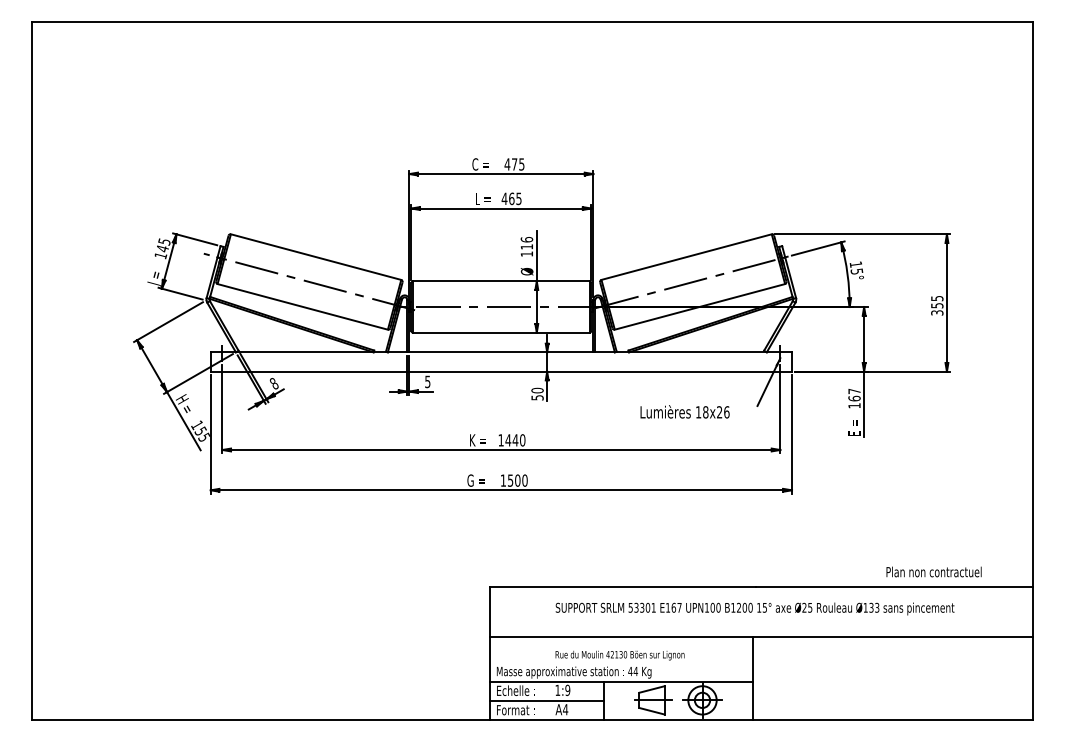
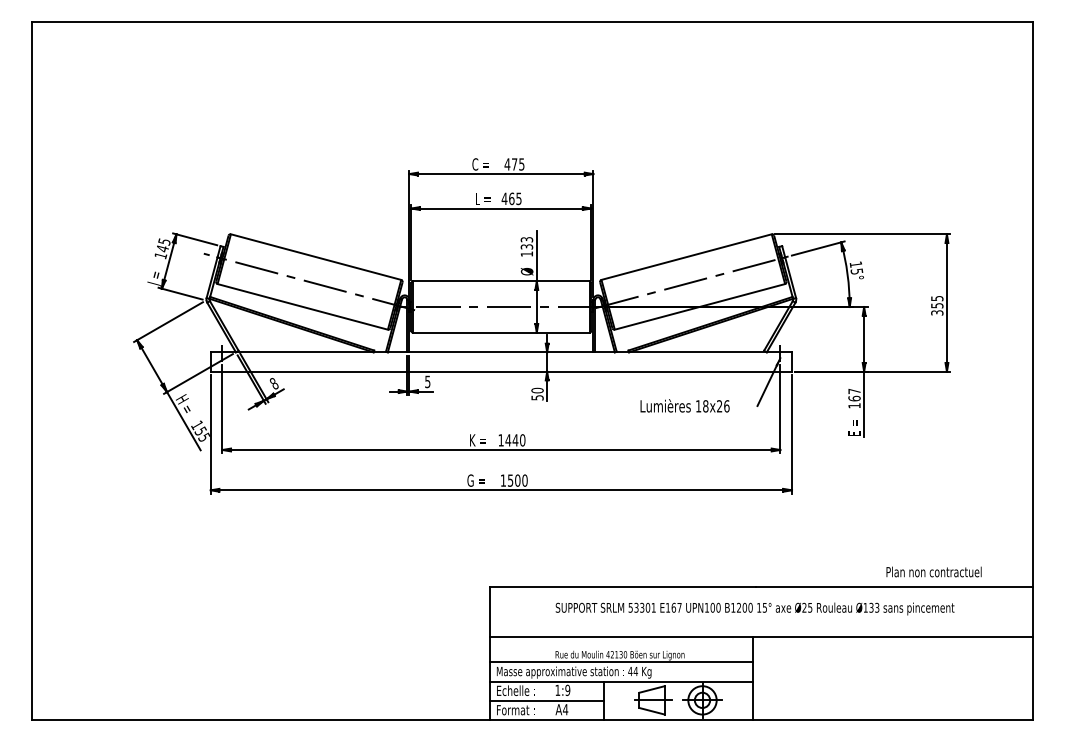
text at (526, 243): 116 -> 133
text at (684, 411) position: (684, 411) -> (684, 405)
line at (621, 662): none -> present
